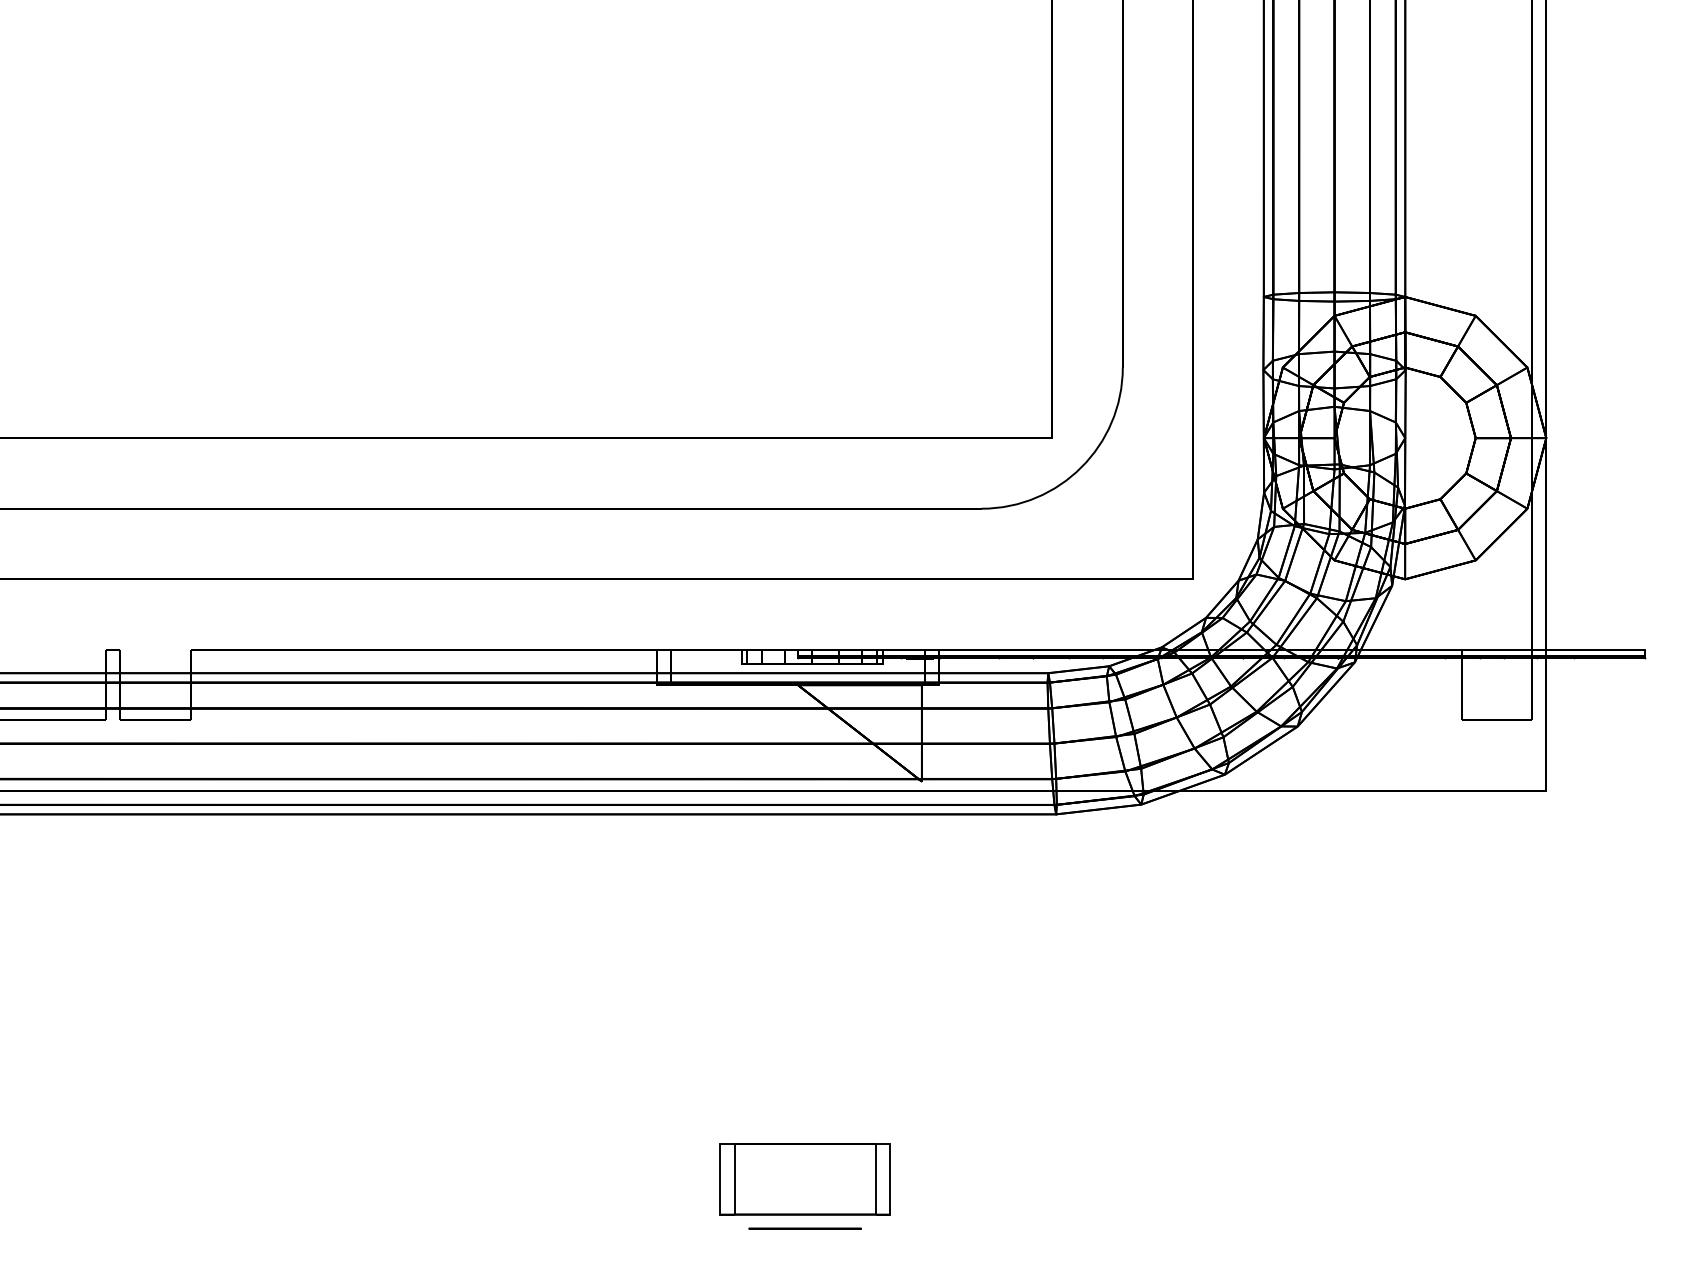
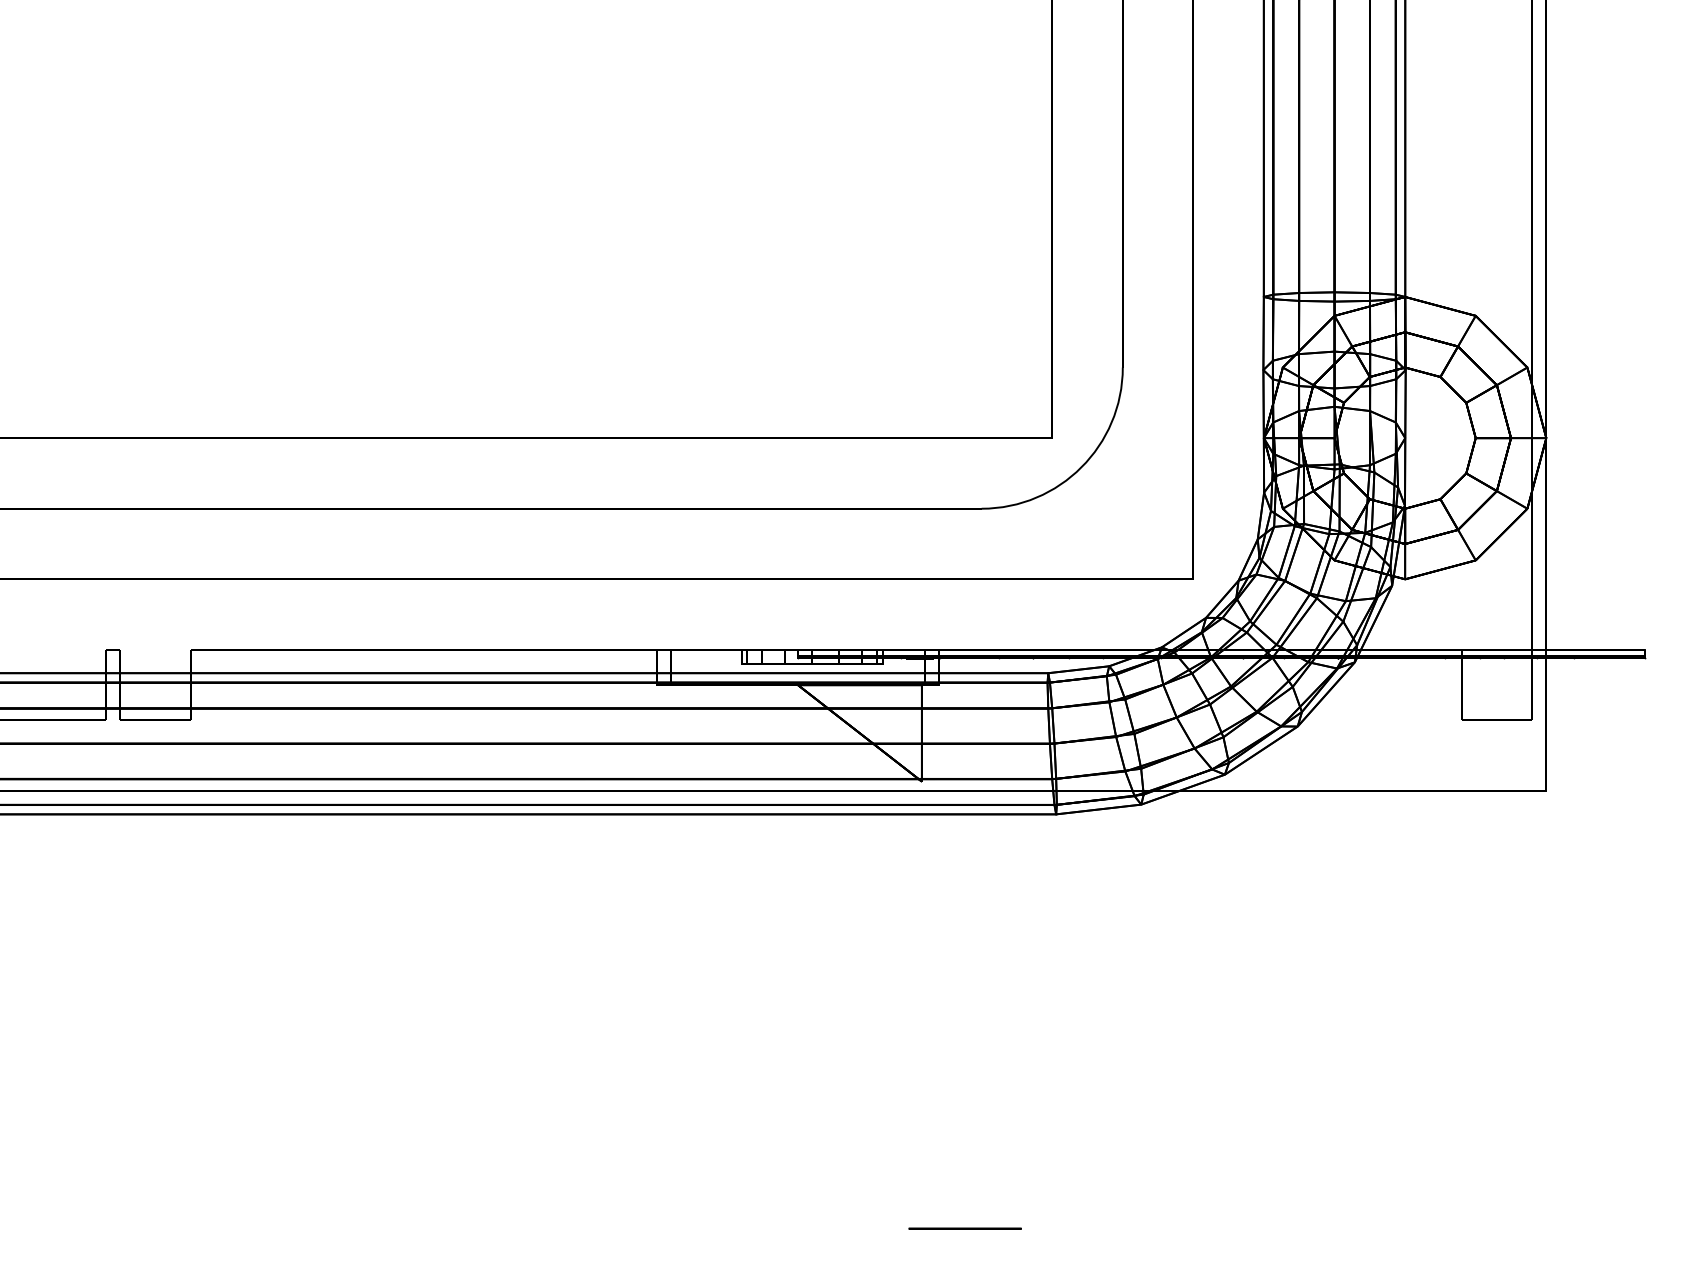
part at (804, 1179): present -> none
circle at (804, 1228) position: (804, 1228) -> (964, 1228)
